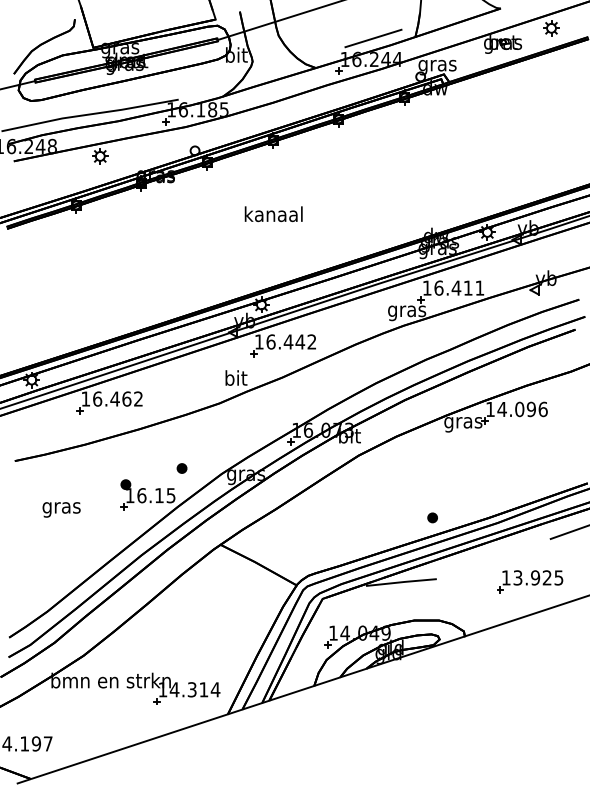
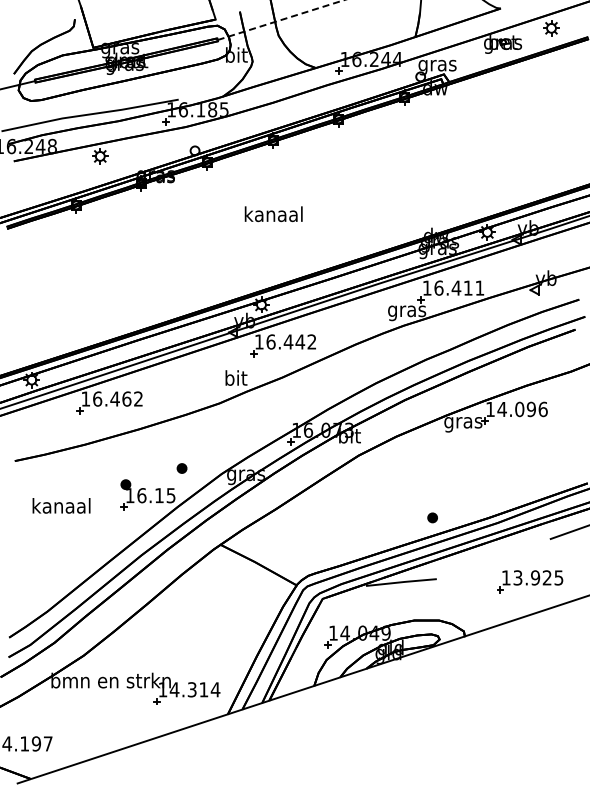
line at (281, 19): solid -> dashed
line at (373, 38): present -> none
text at (61, 507): gras -> kanaal
